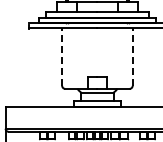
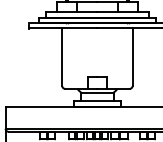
line at (62, 56): dashed -> solid
line at (132, 56): dashed -> solid
